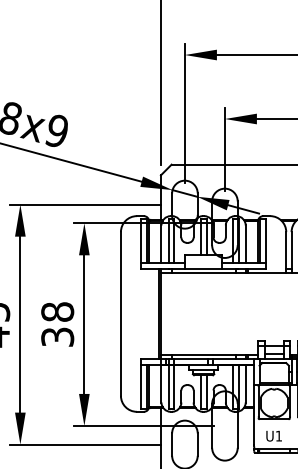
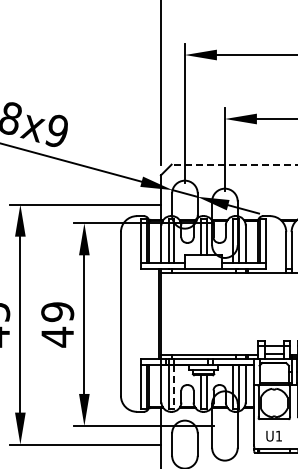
line at (234, 164): solid -> dashed
text at (57, 324): 38 -> 49
line at (174, 387): solid -> dashed
